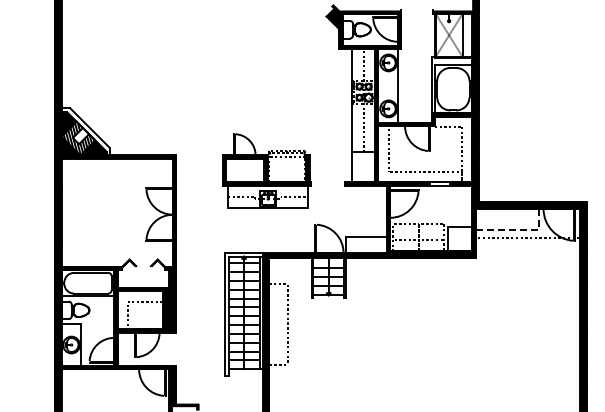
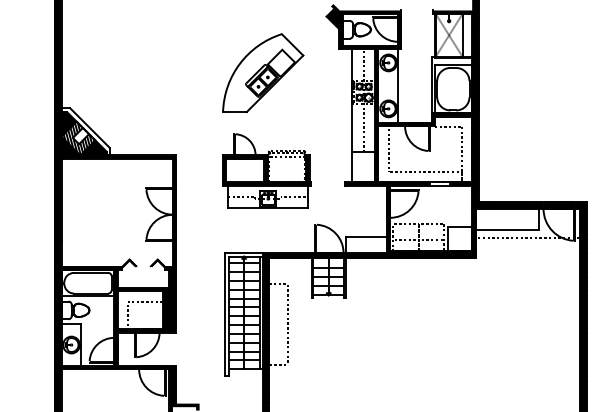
part at (263, 73): none -> present
line at (518, 230): dashed -> solid
